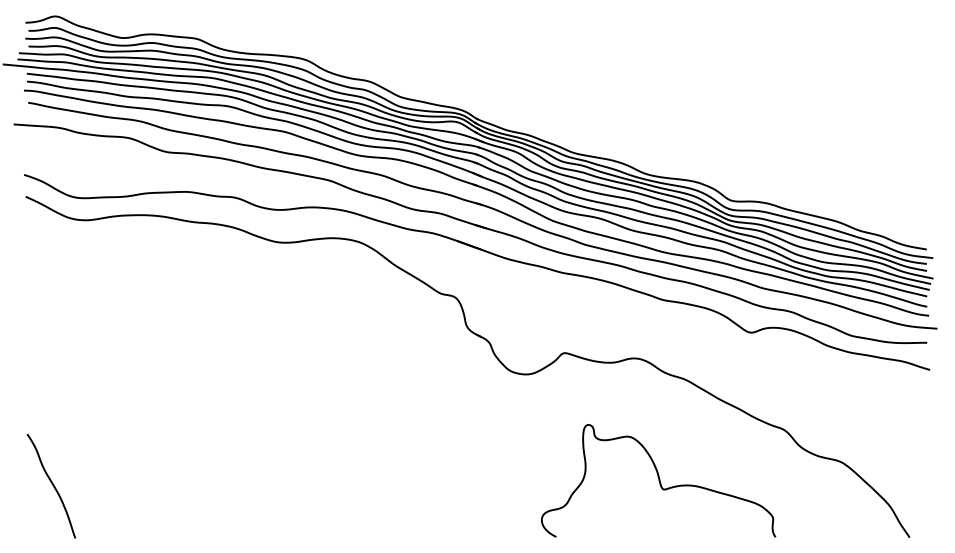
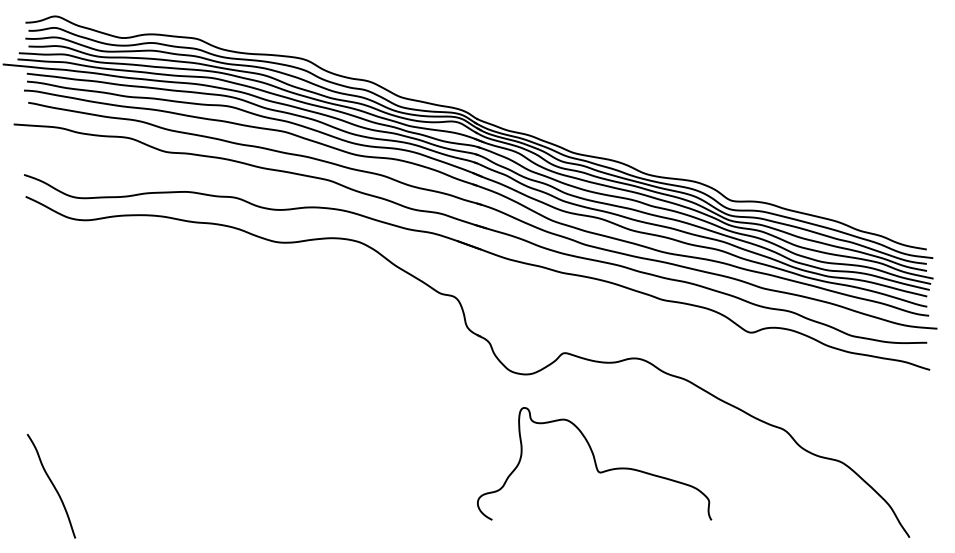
curve at (658, 480) position: (658, 480) -> (594, 463)
